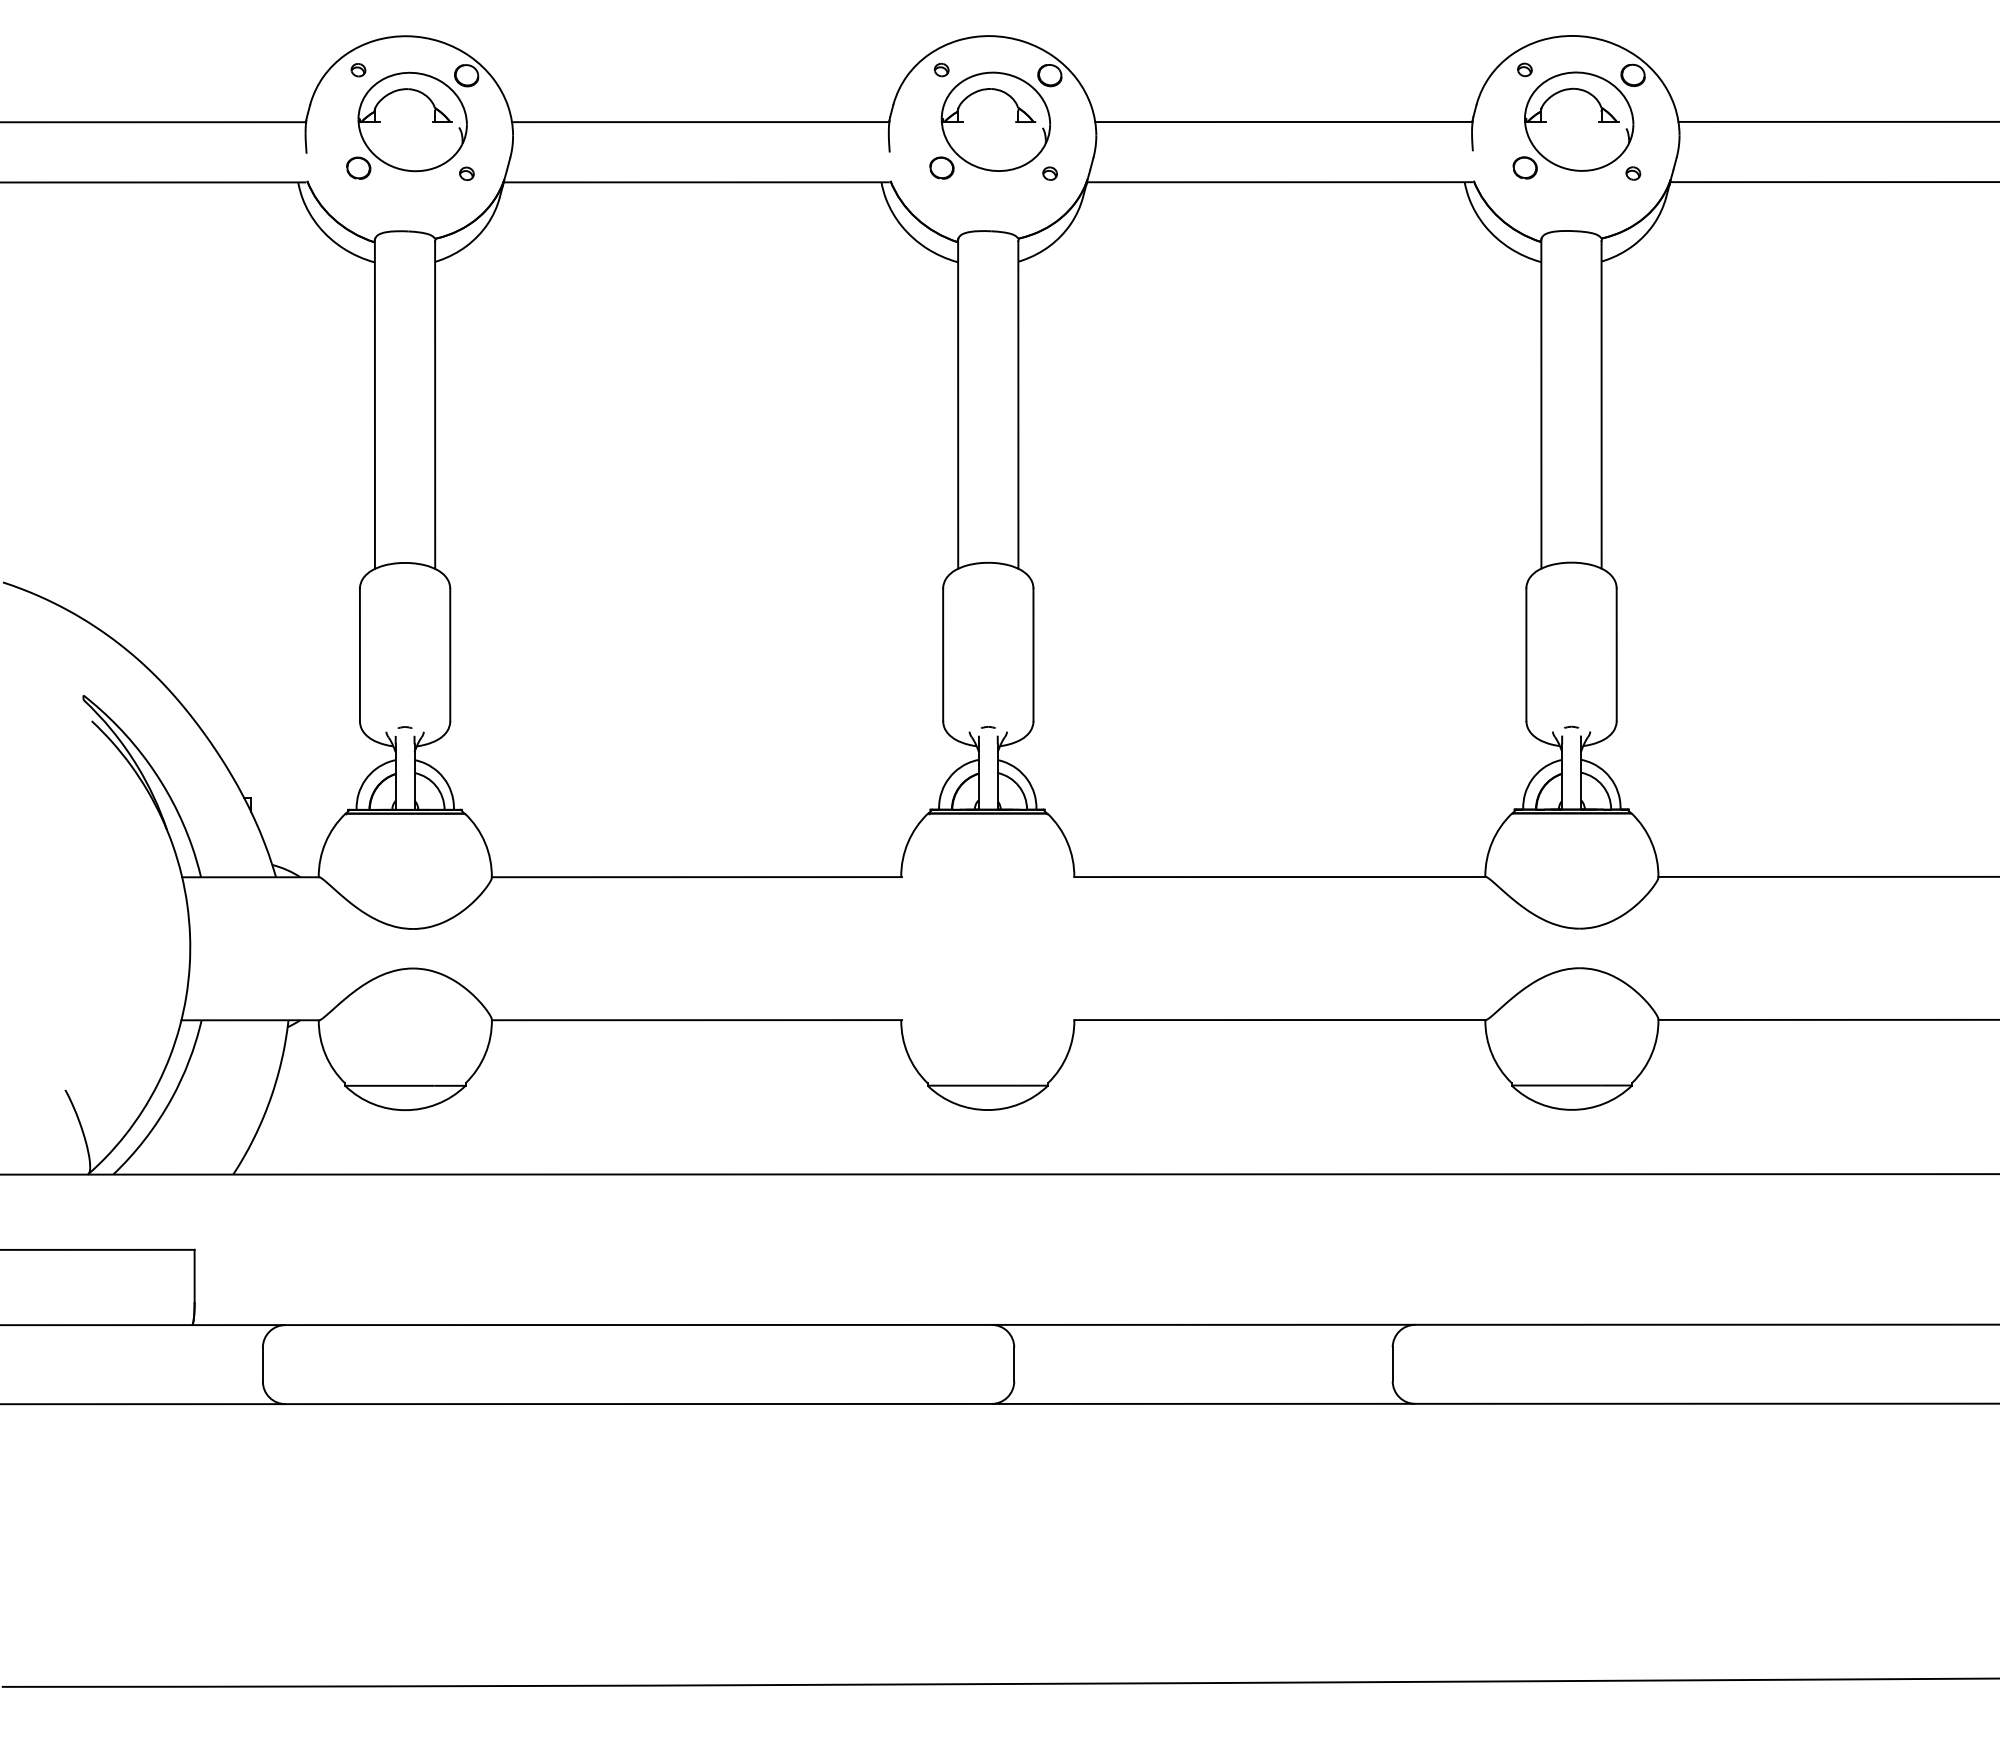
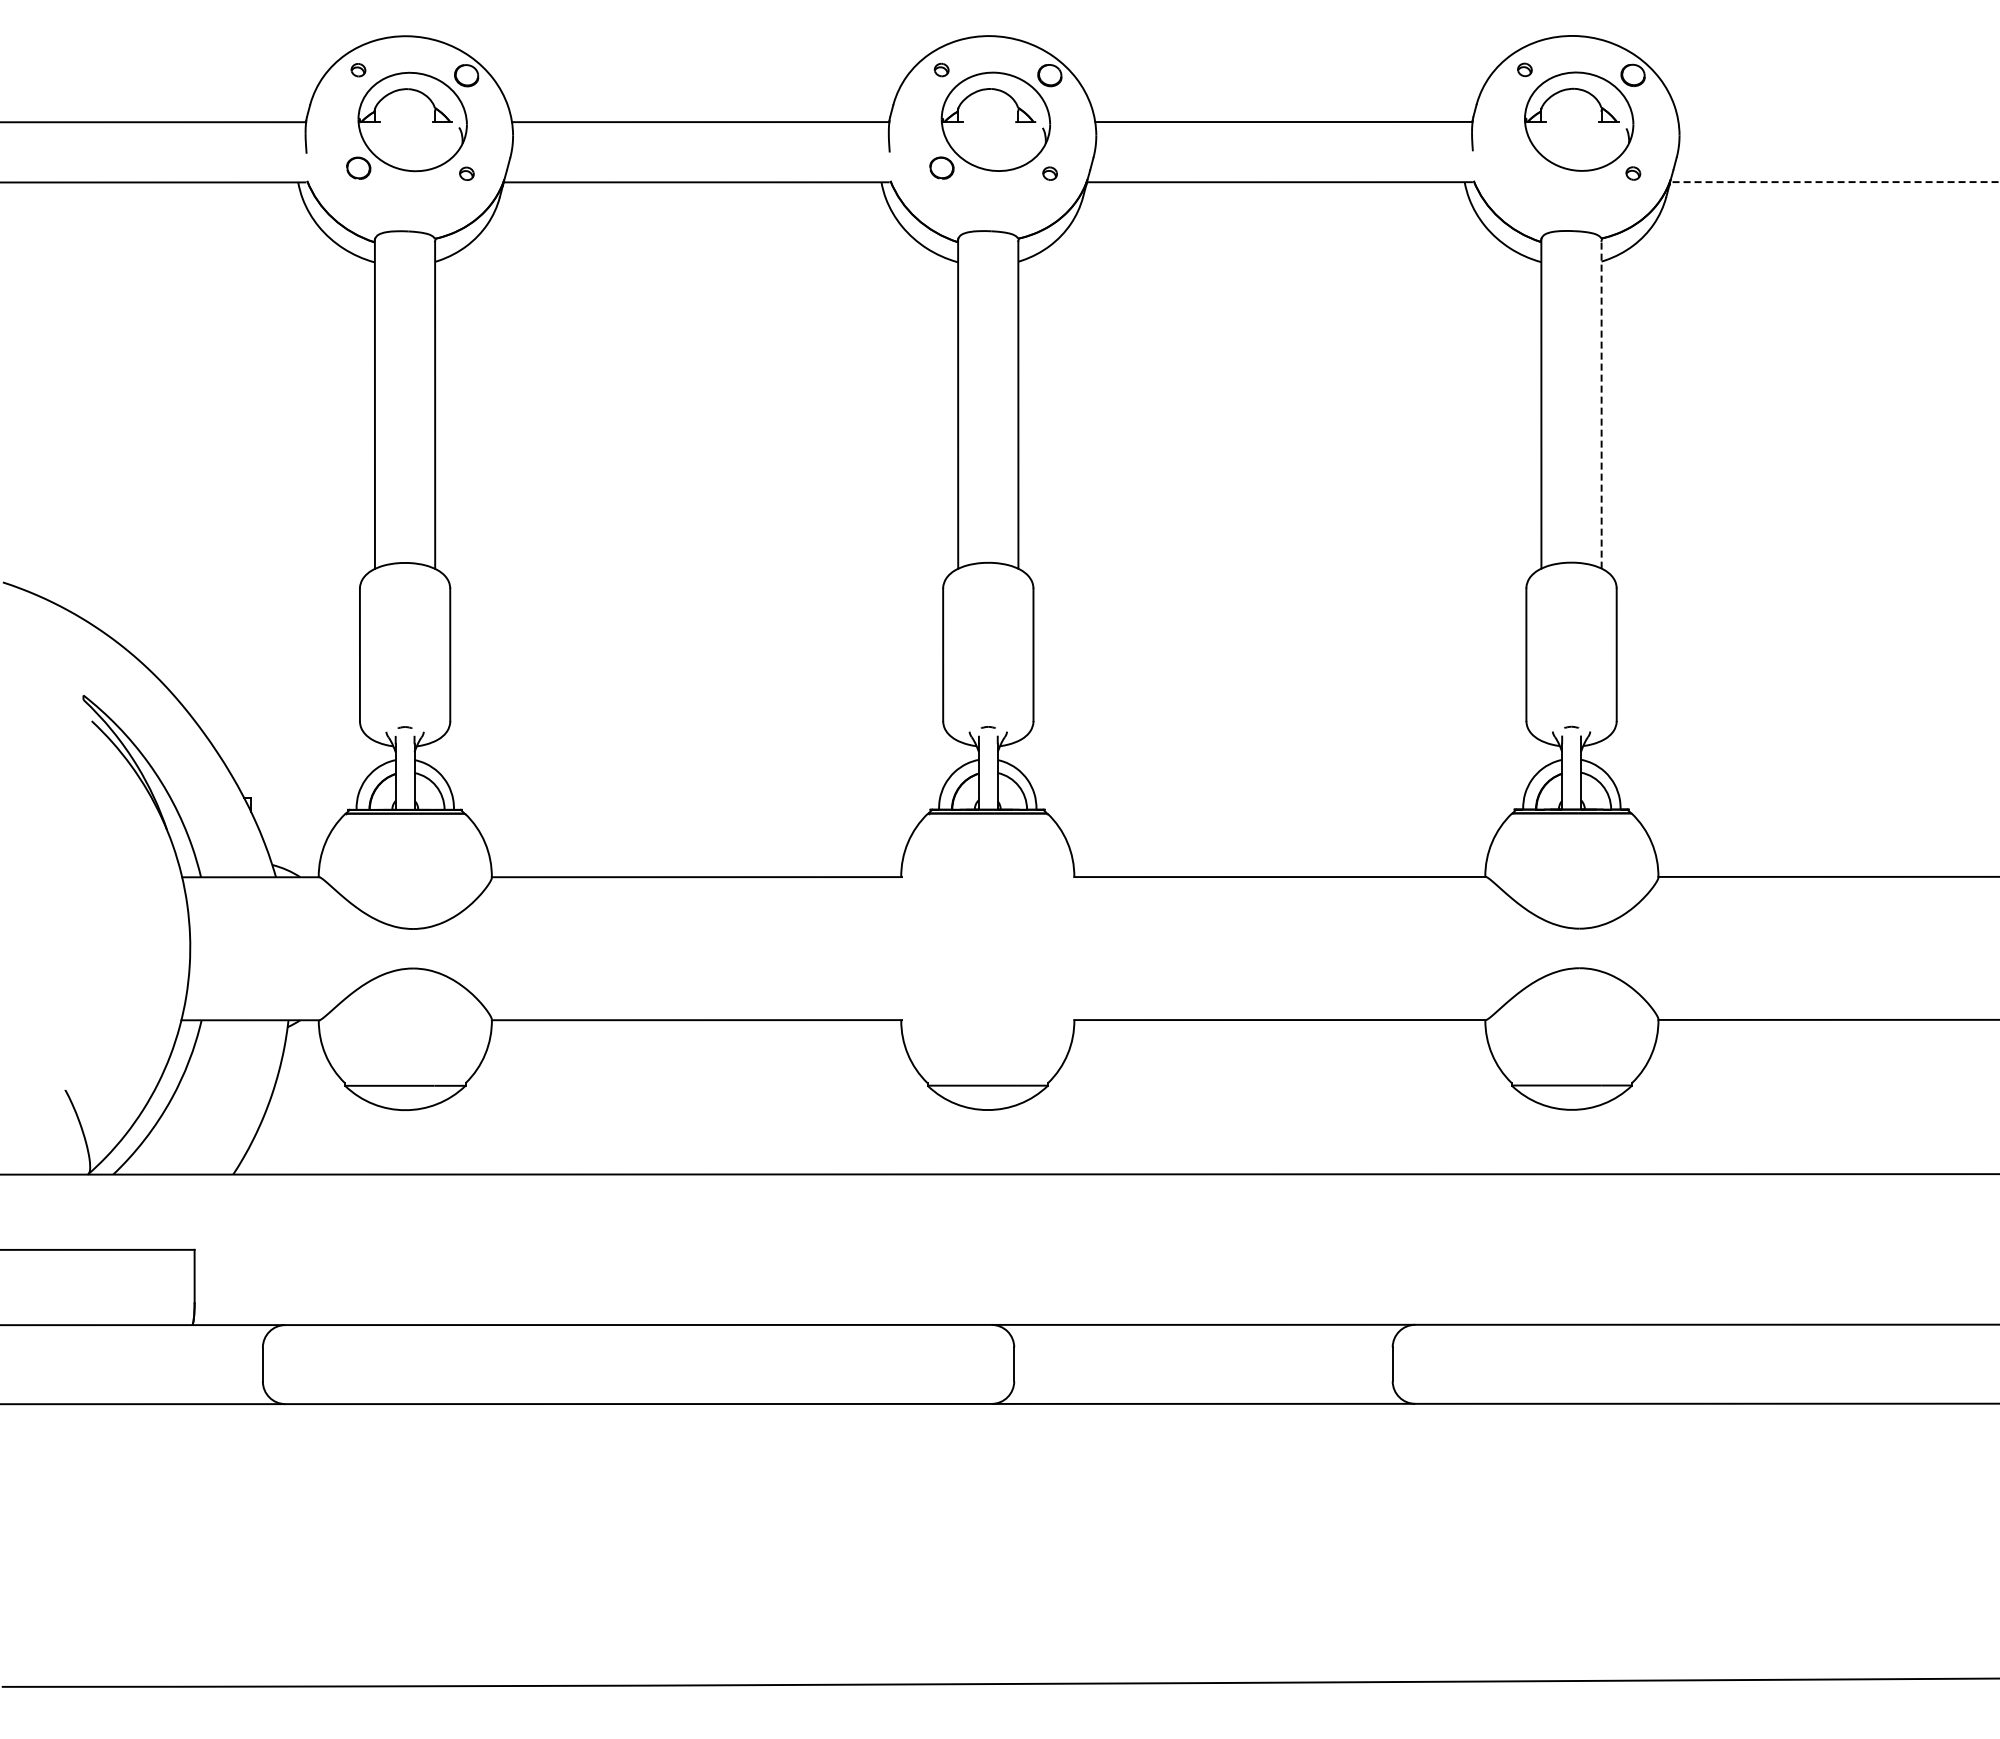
line at (1837, 121): present -> none
part at (1524, 167): present -> none
line at (1834, 182): solid -> dashed
line at (1601, 405): solid -> dashed
